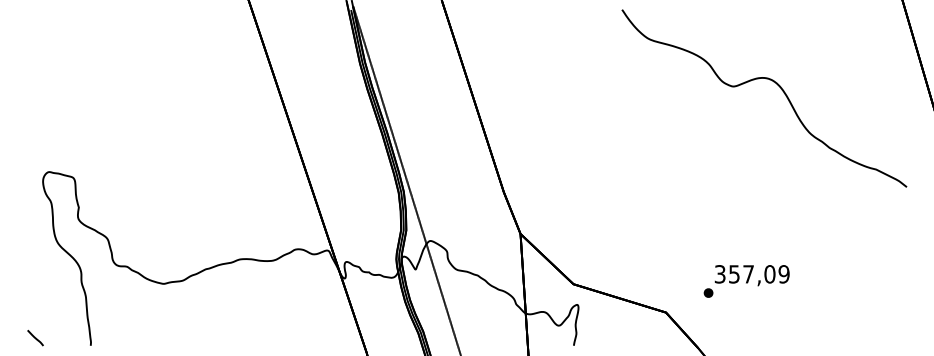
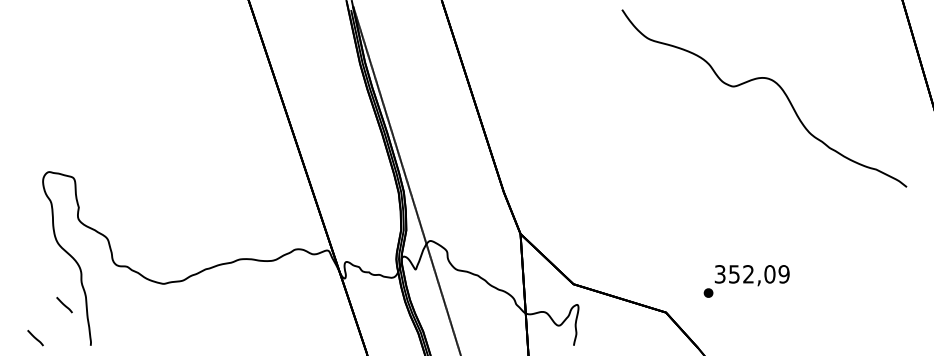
text at (748, 274): 357,09 -> 352,09
line at (64, 305): none -> present
